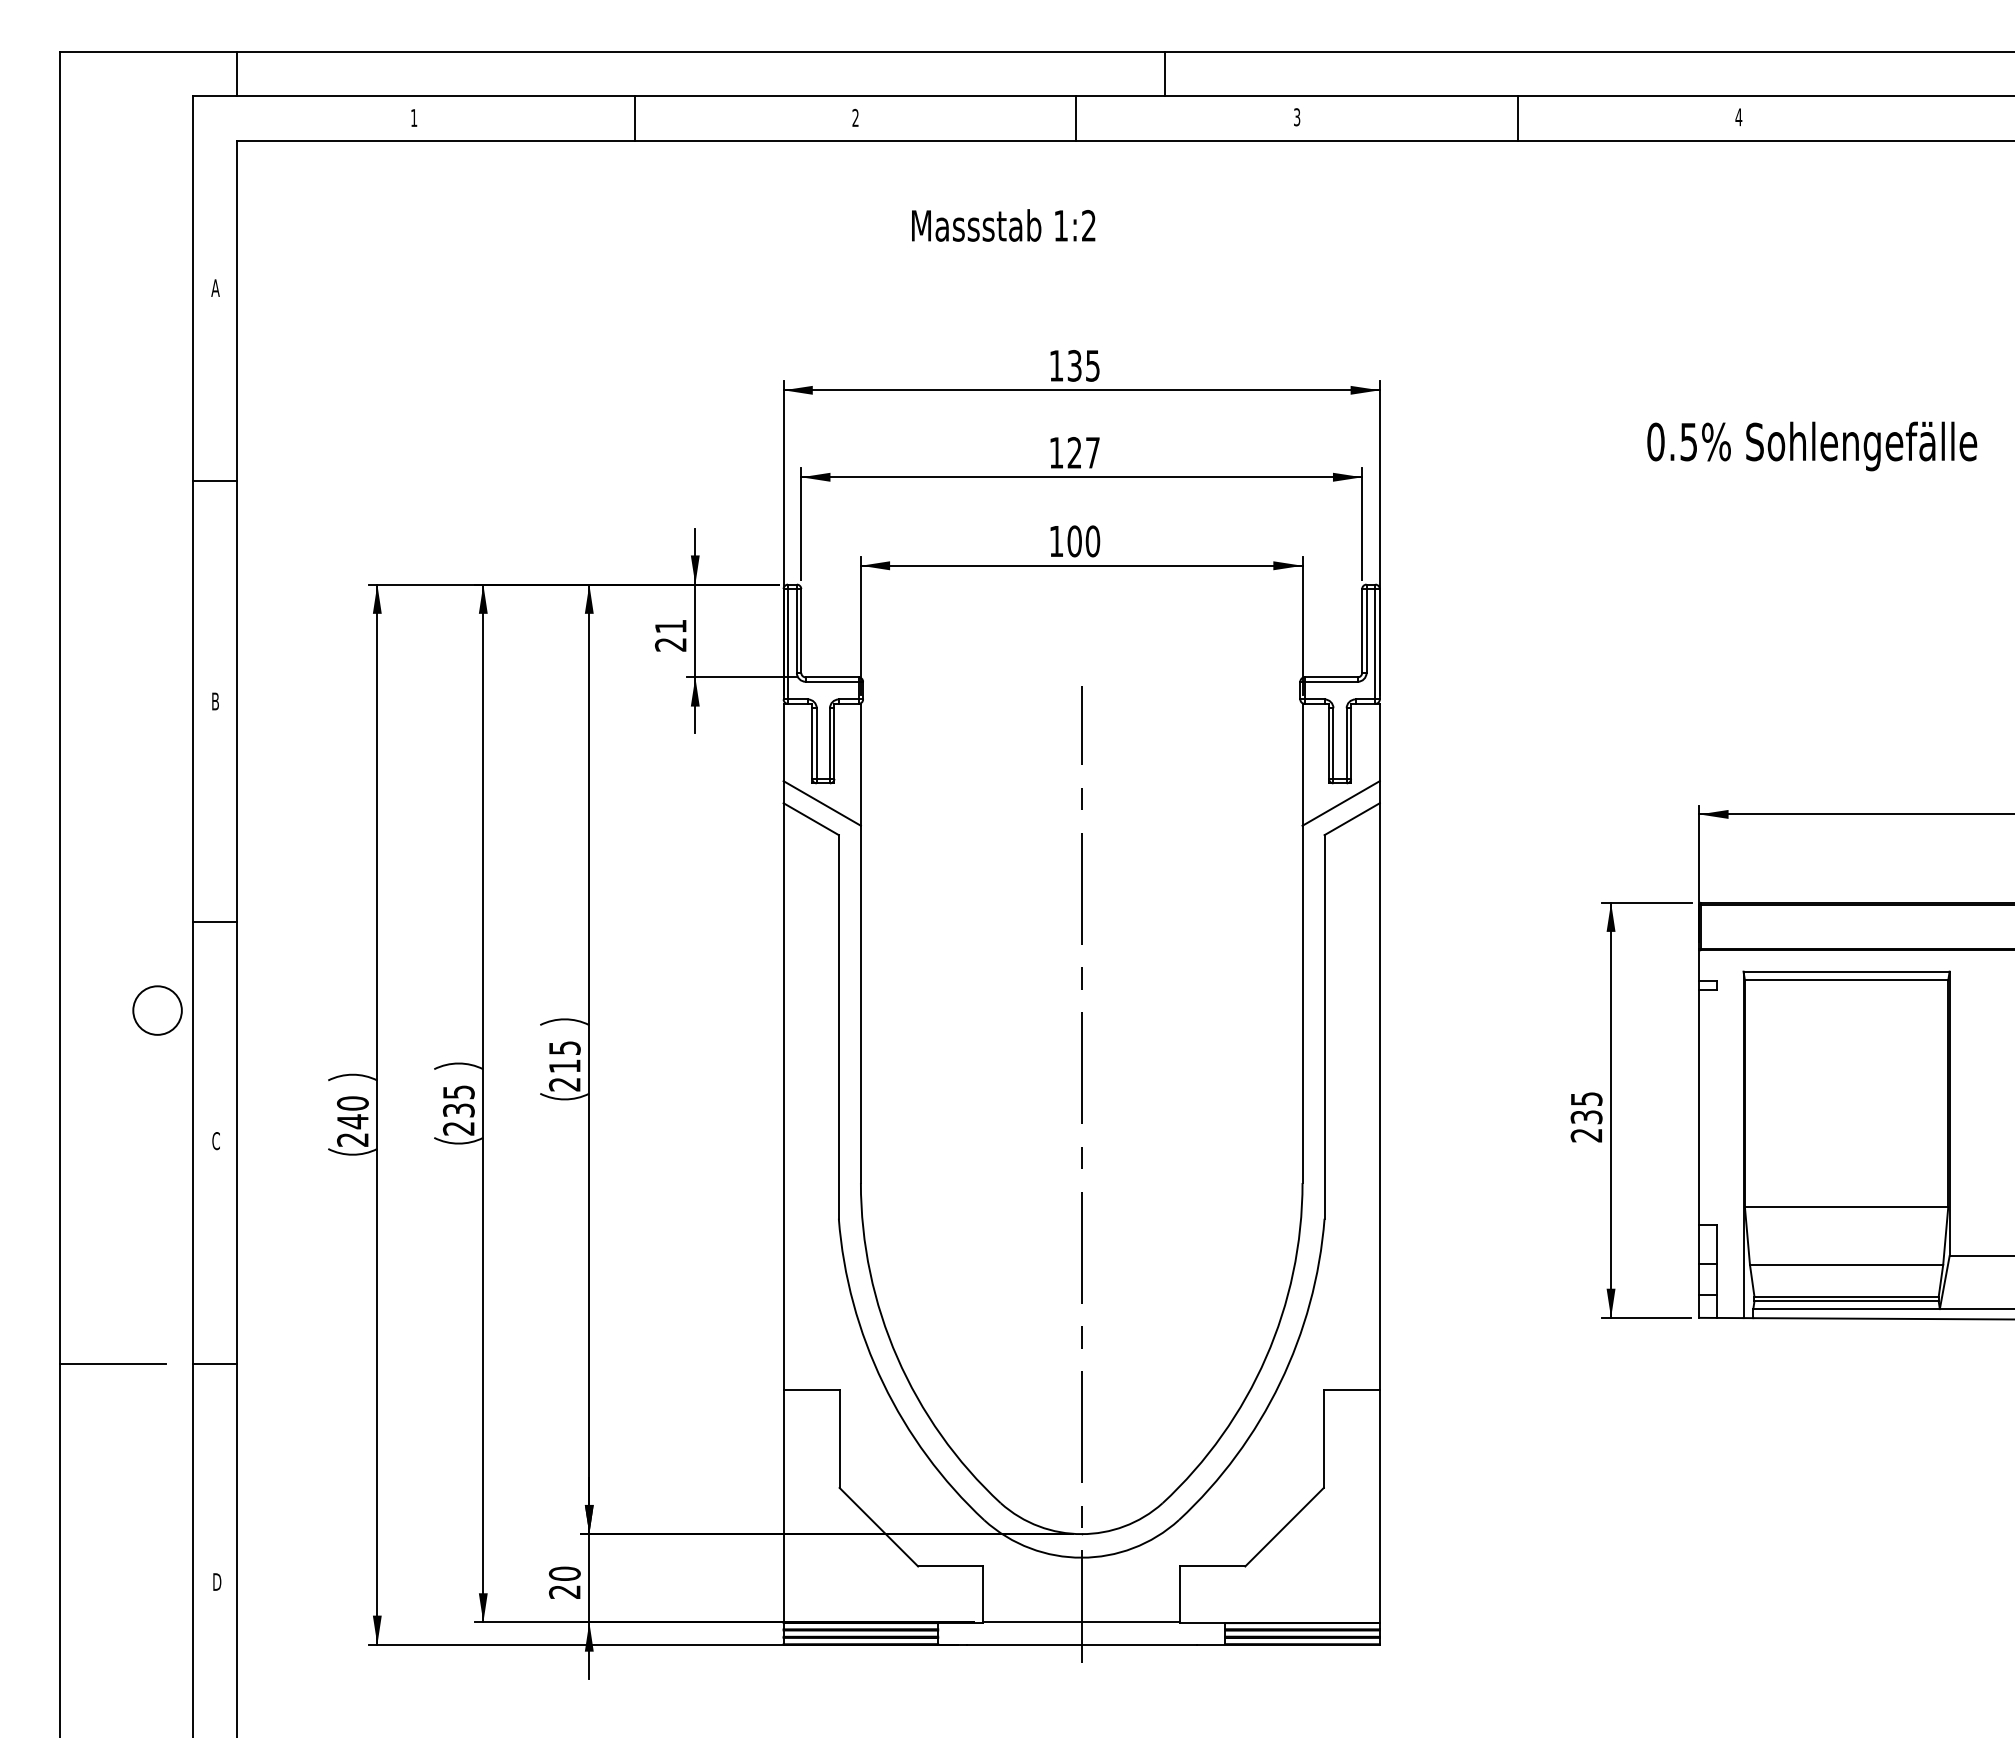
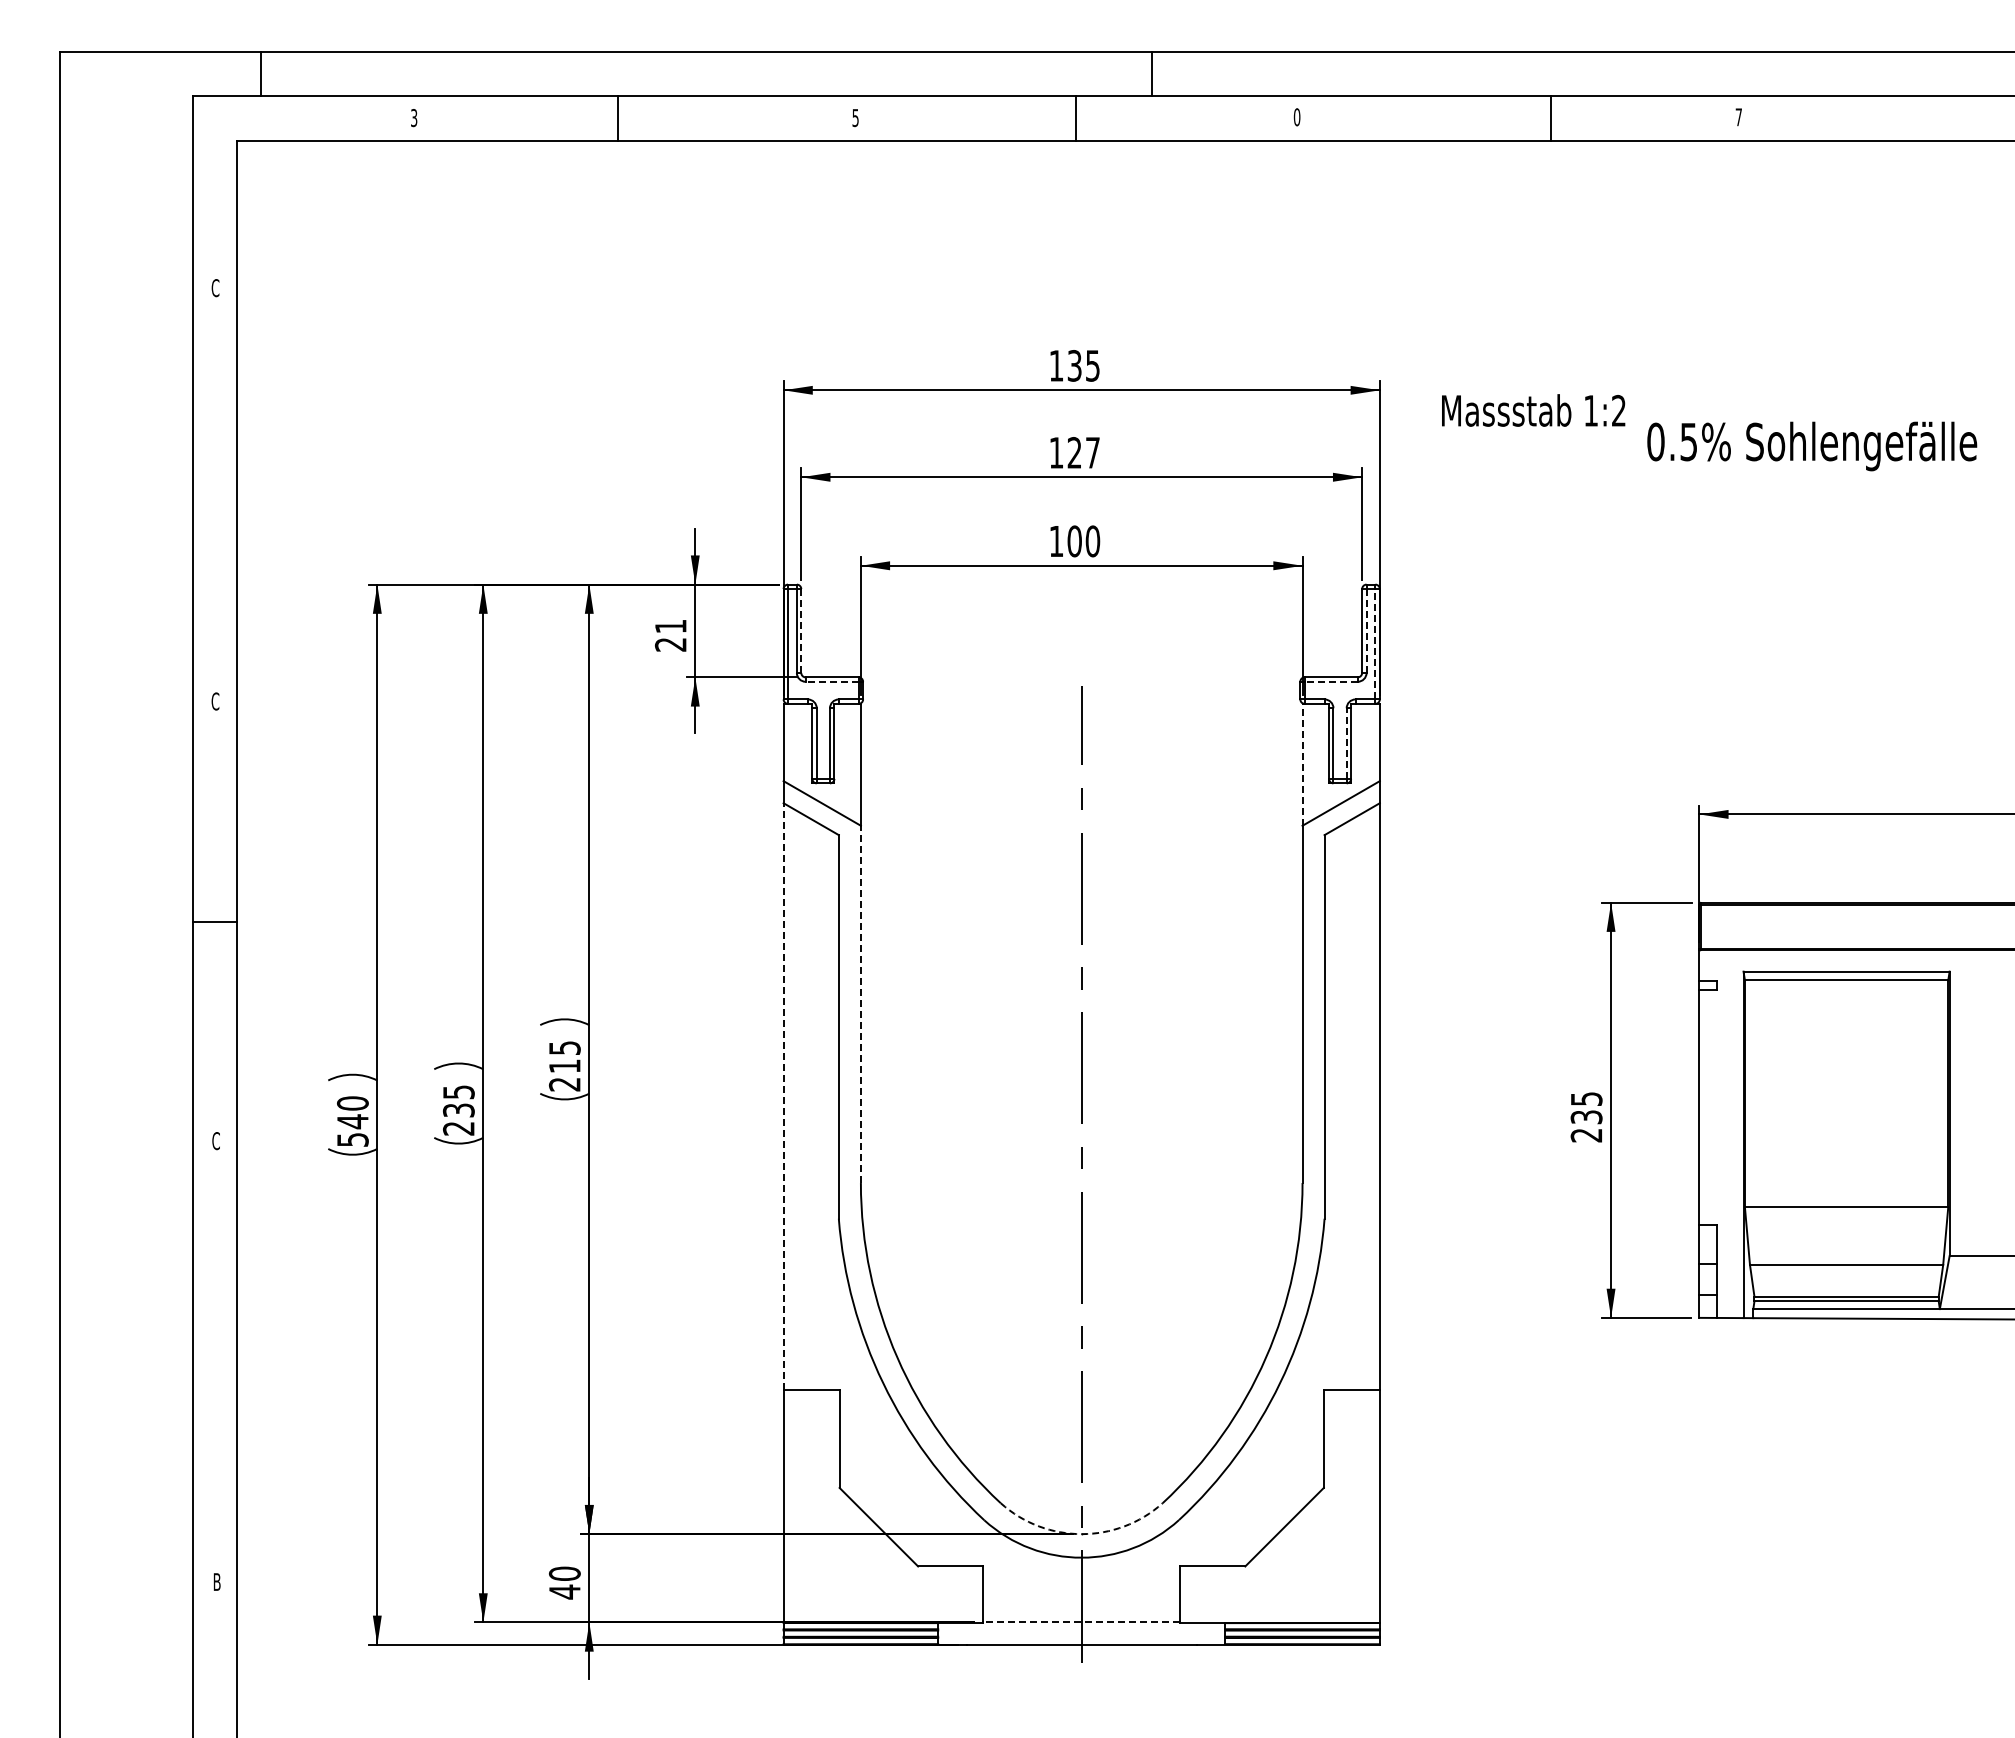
line at (237, 74) position: (237, 74) -> (261, 74)
line at (1164, 74) position: (1164, 74) -> (1151, 74)
text at (855, 117): 2 -> 5
text at (1296, 117): 3 -> 0
text at (1738, 117): 4 -> 7
text at (414, 118): 1 -> 3
line at (634, 118) position: (634, 118) -> (617, 118)
line at (1517, 118) position: (1517, 118) -> (1550, 118)
text at (1003, 225) position: (1003, 225) -> (1533, 410)
text at (215, 288): A -> C
line at (214, 480): present -> none
line at (801, 631): solid -> dashed
line at (1366, 631): solid -> dashed
line at (1375, 643): solid -> dashed
line at (831, 681): solid -> dashed
line at (1330, 681): solid -> dashed
text at (215, 701): B -> C
line at (1346, 743): solid -> dashed
line at (1302, 764): solid -> dashed
line at (860, 1004): solid -> dashed
circle at (157, 1010): present -> none
line at (783, 1096): solid -> dashed
text at (352, 1139): 240 -> 540
line at (113, 1363): present -> none
line at (214, 1363): present -> none
arc at (1081, 1534): solid -> dashed
text at (217, 1581): D -> B
text at (564, 1591): 20 -> 40
line at (1081, 1622): solid -> dashed
